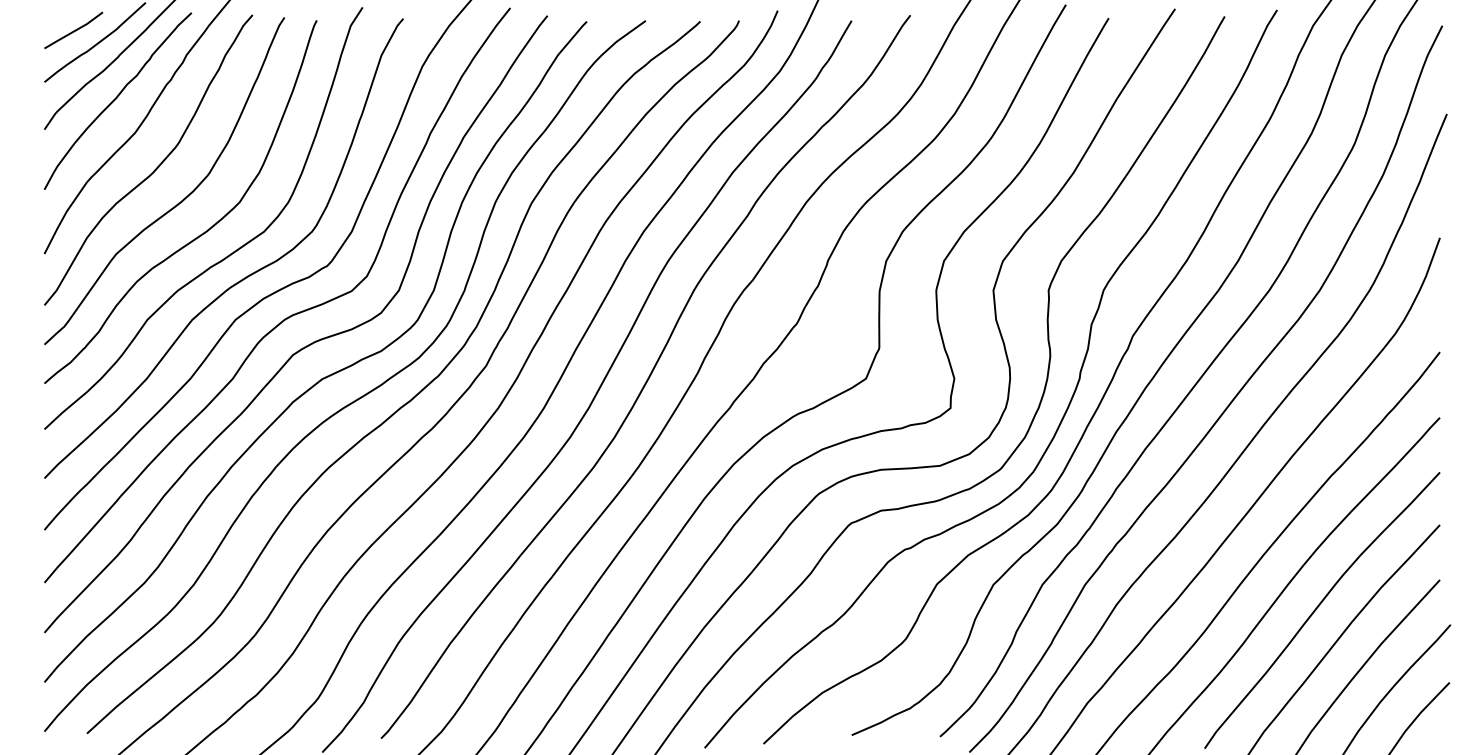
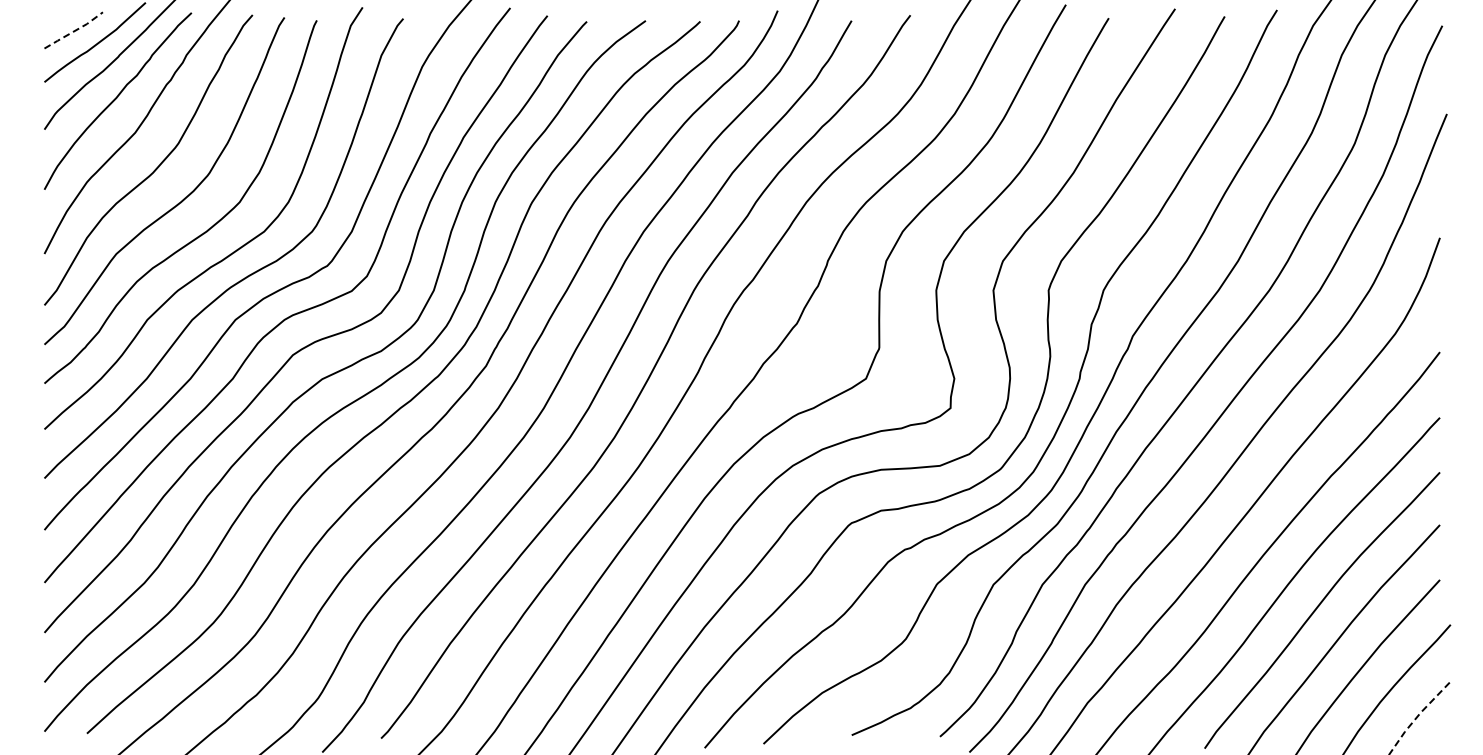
line at (74, 31): solid -> dashed
line at (1417, 717): solid -> dashed
